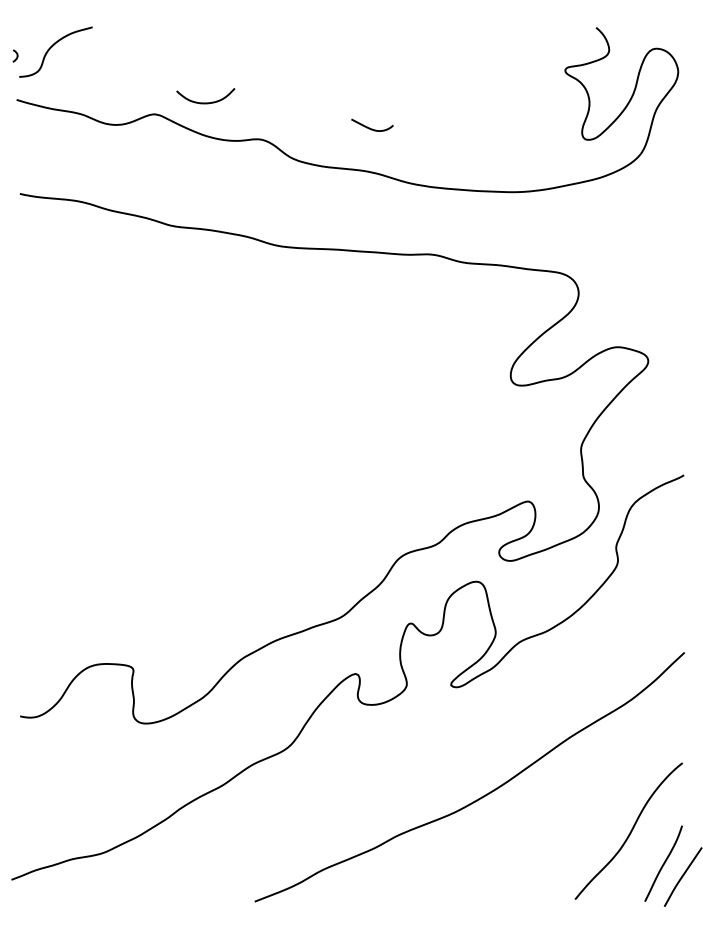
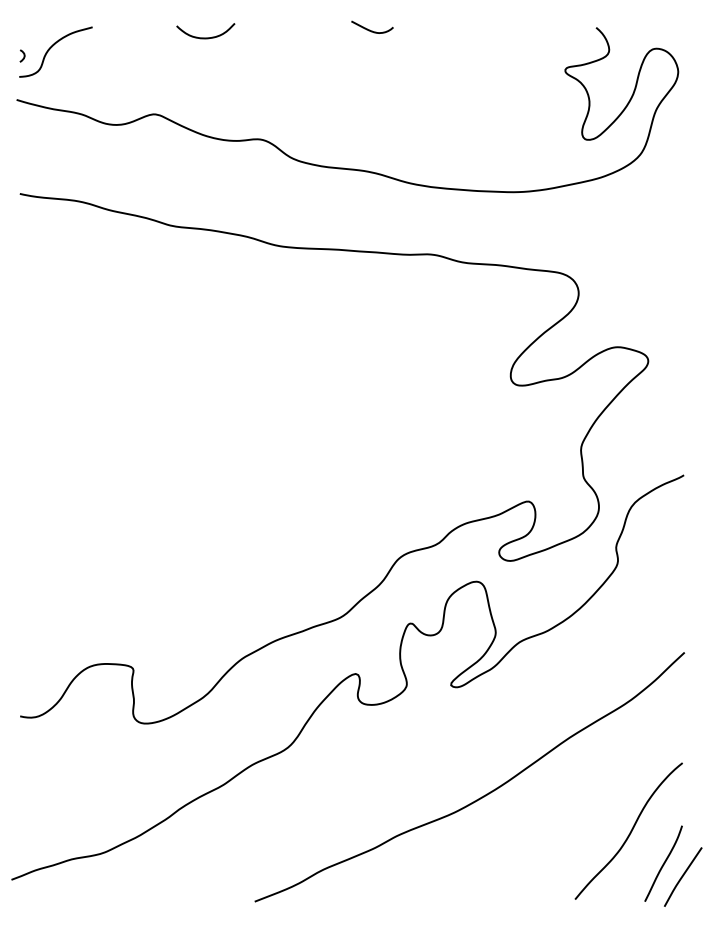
curve at (16, 55) position: (16, 55) -> (23, 55)
curve at (205, 102) position: (205, 102) -> (205, 37)
curve at (372, 128) position: (372, 128) -> (372, 30)
